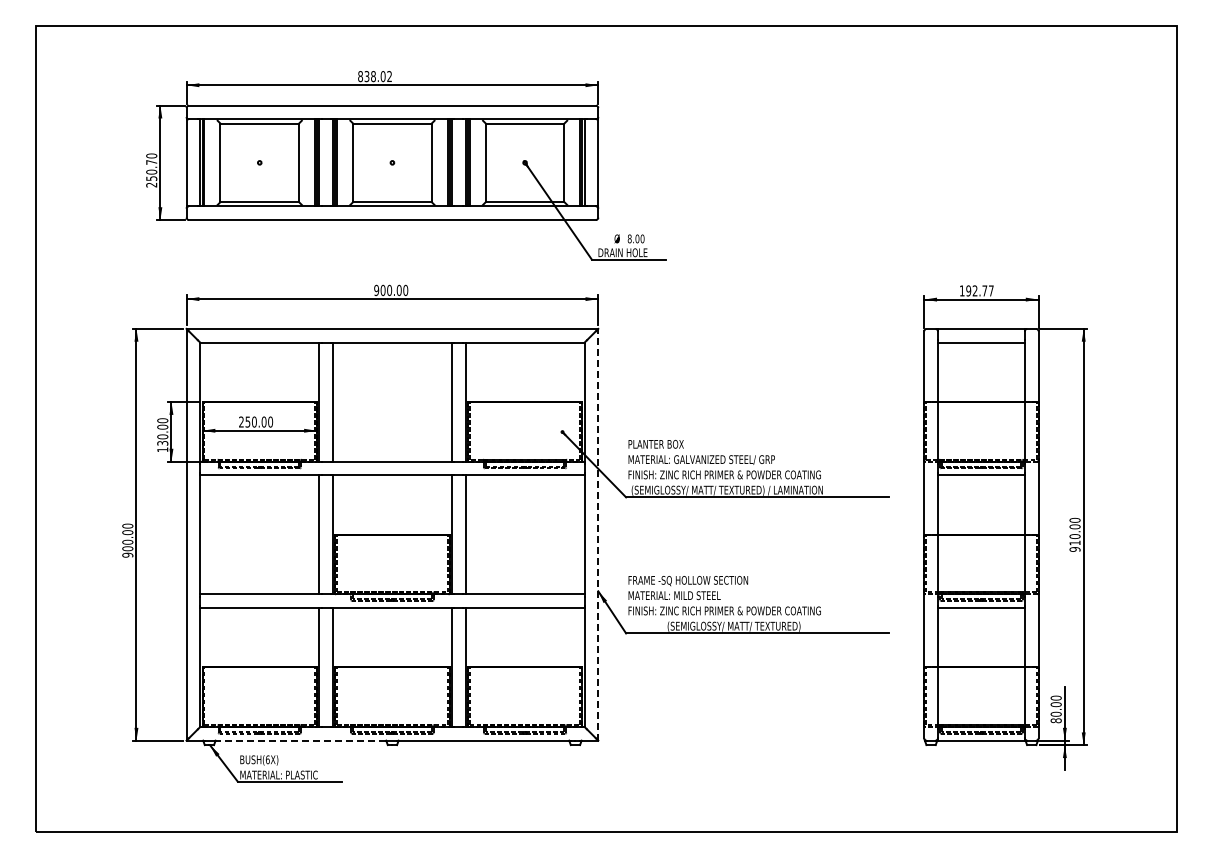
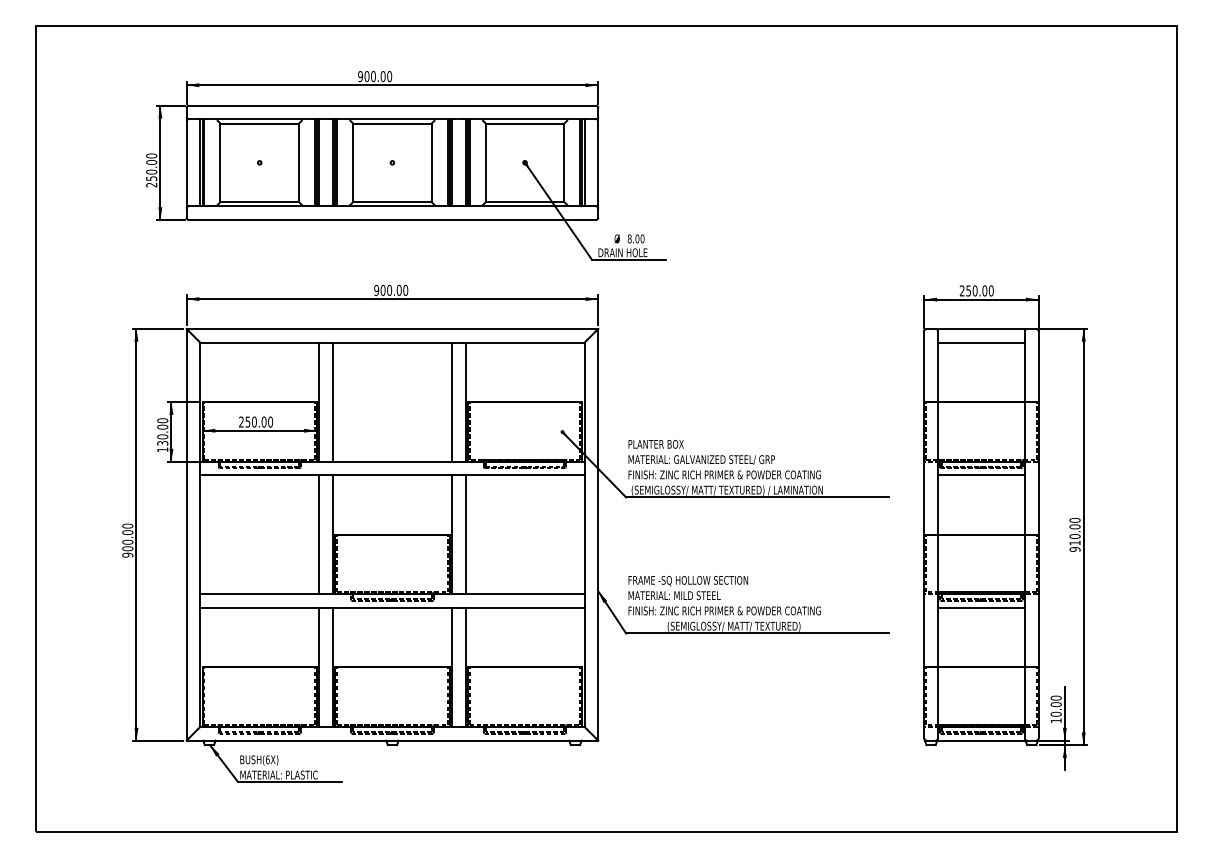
text at (375, 76): 838.02 -> 900.00
text at (151, 162): 250.70 -> 250.00
text at (976, 290): 192.77 -> 250.00
line at (598, 534): dashed -> solid
text at (1055, 720): 80.00 -> 10.00
line at (301, 740): dashed -> solid
